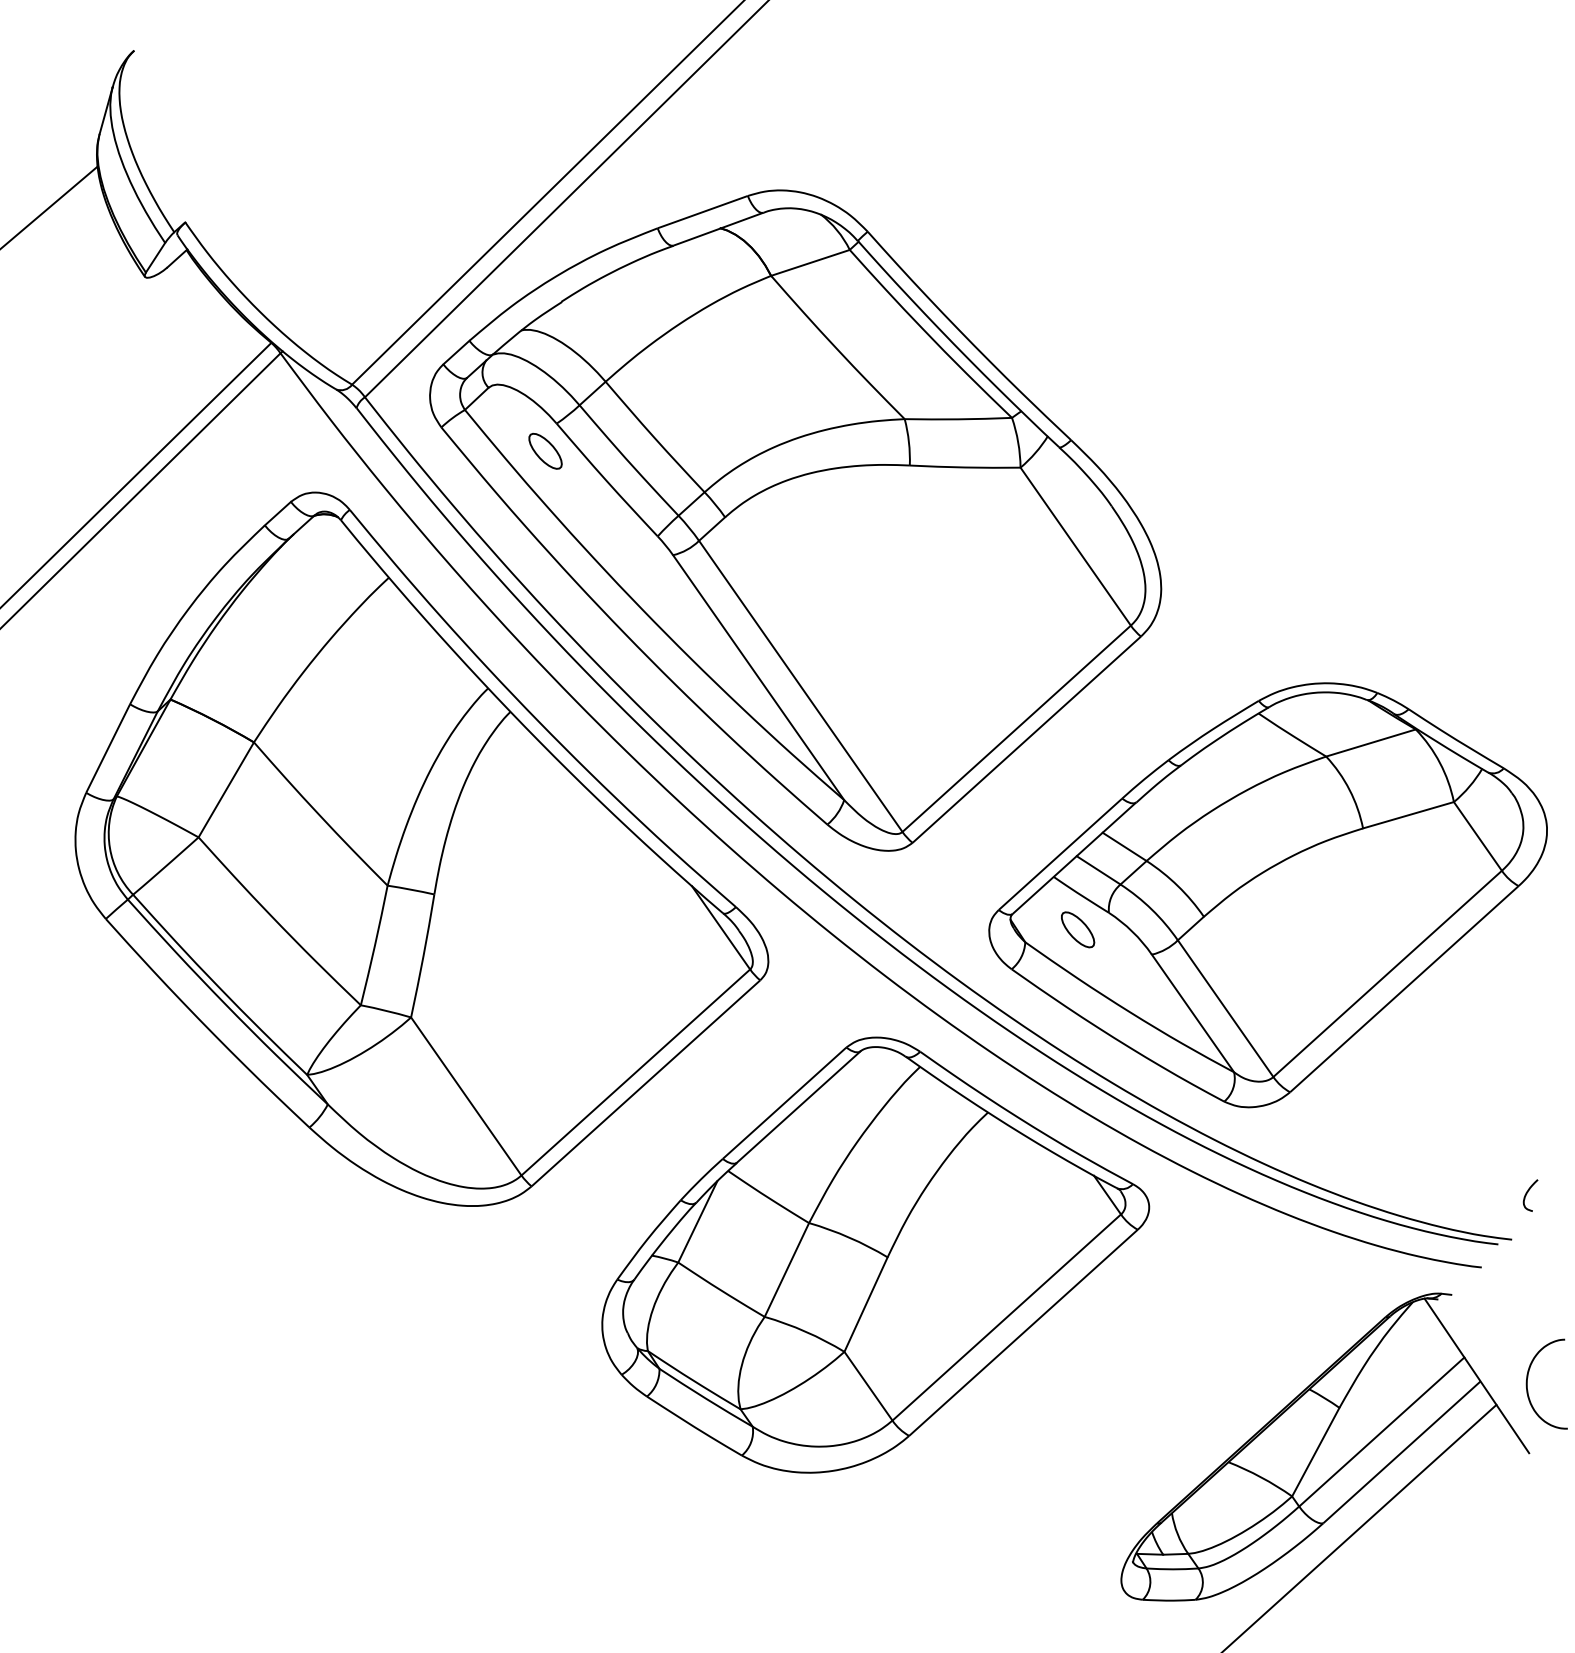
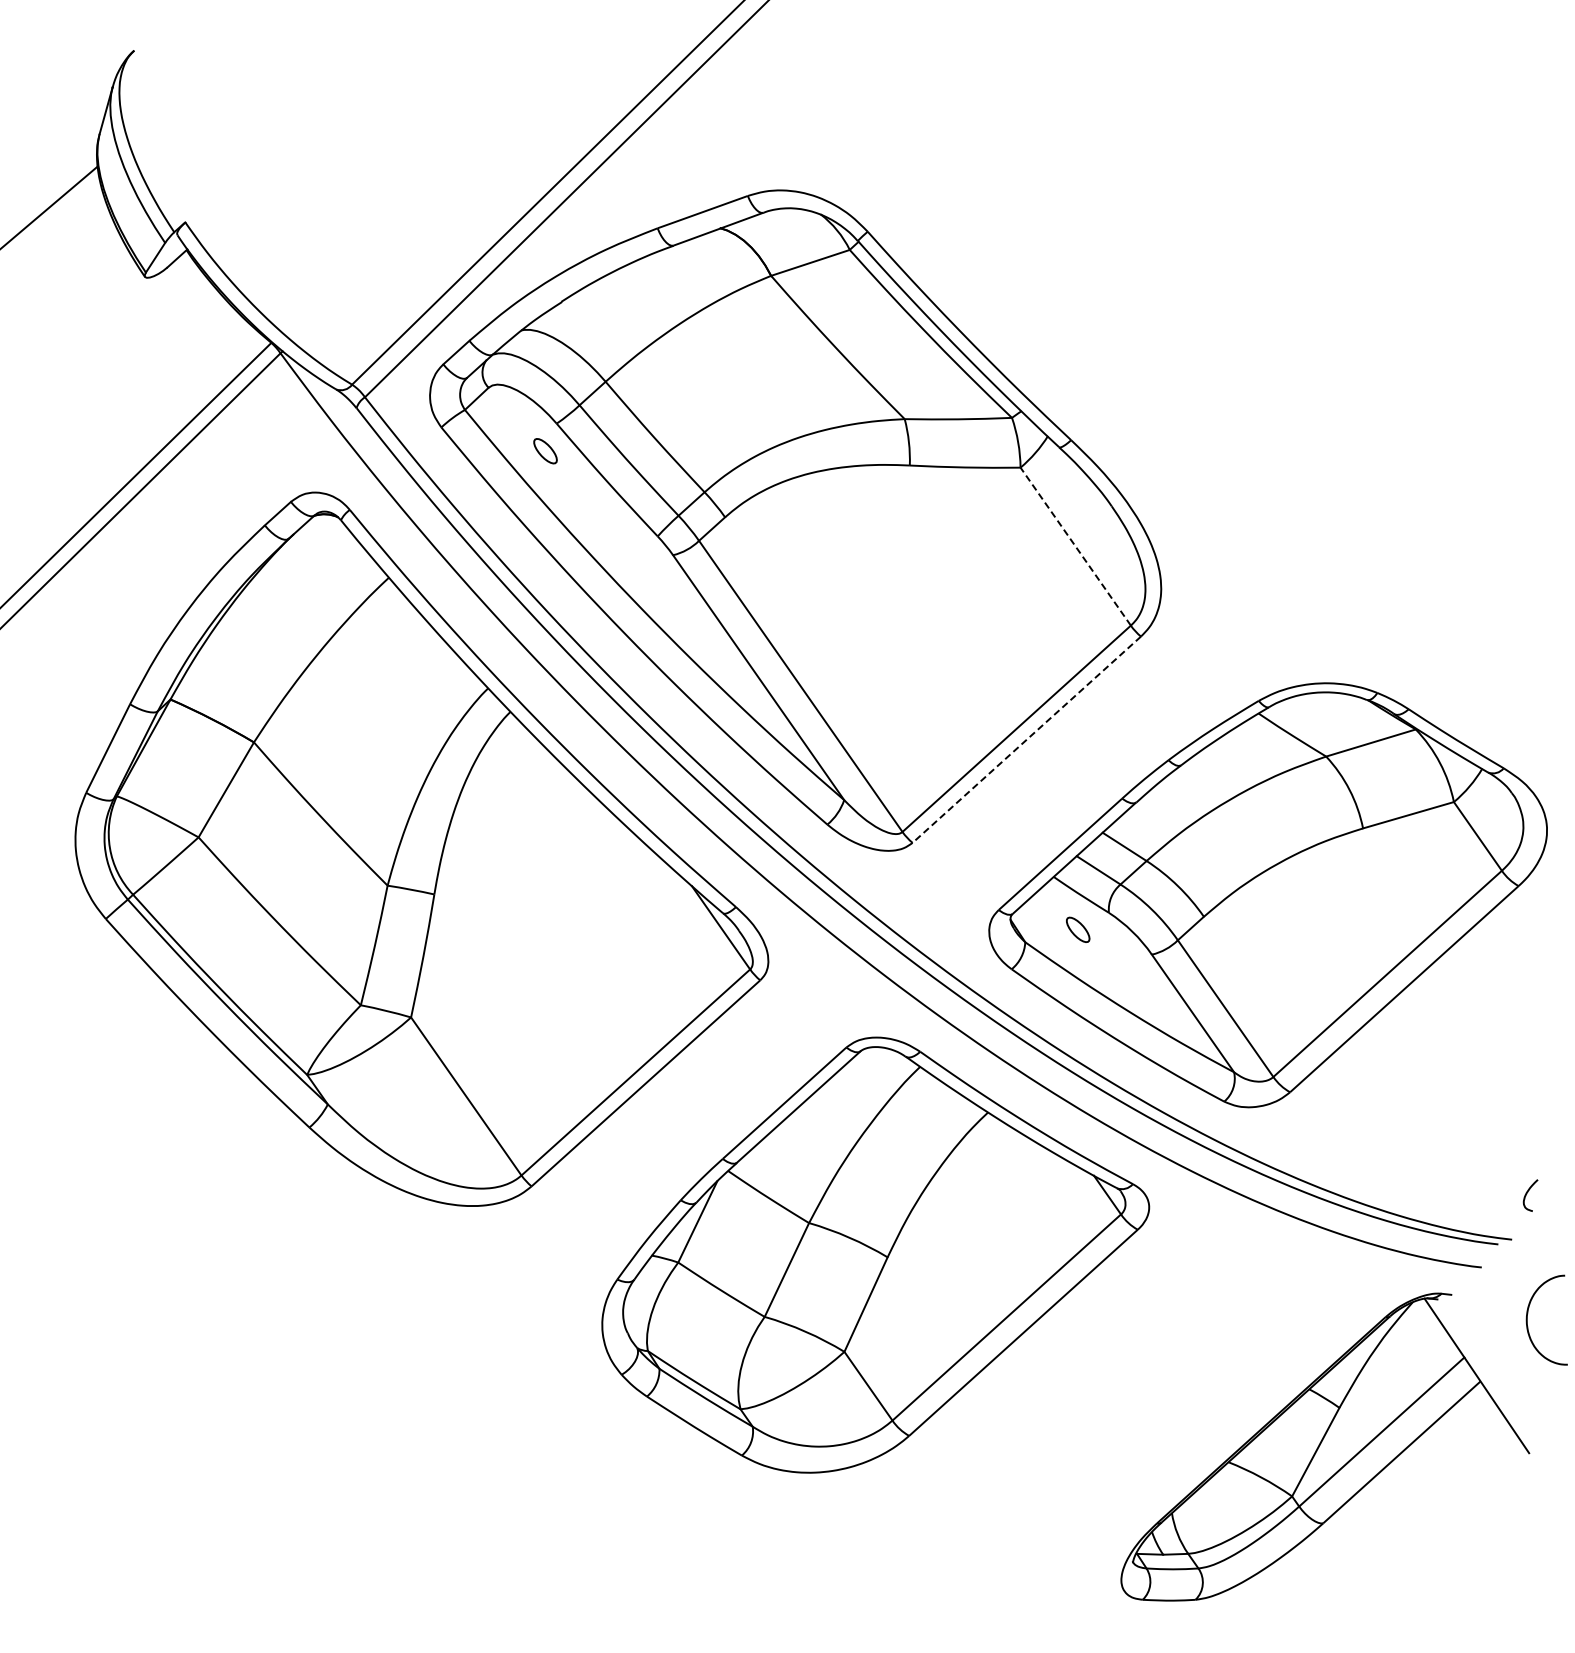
part at (545, 450) size: 35x38 px -> 25x27 px
line at (1075, 546): solid -> dashed
line at (1027, 739): solid -> dashed
part at (1078, 929) size: 35x38 px -> 25x27 px
curve at (1528, 1377) position: (1528, 1377) -> (1528, 1313)
line at (1360, 1526): present -> none
